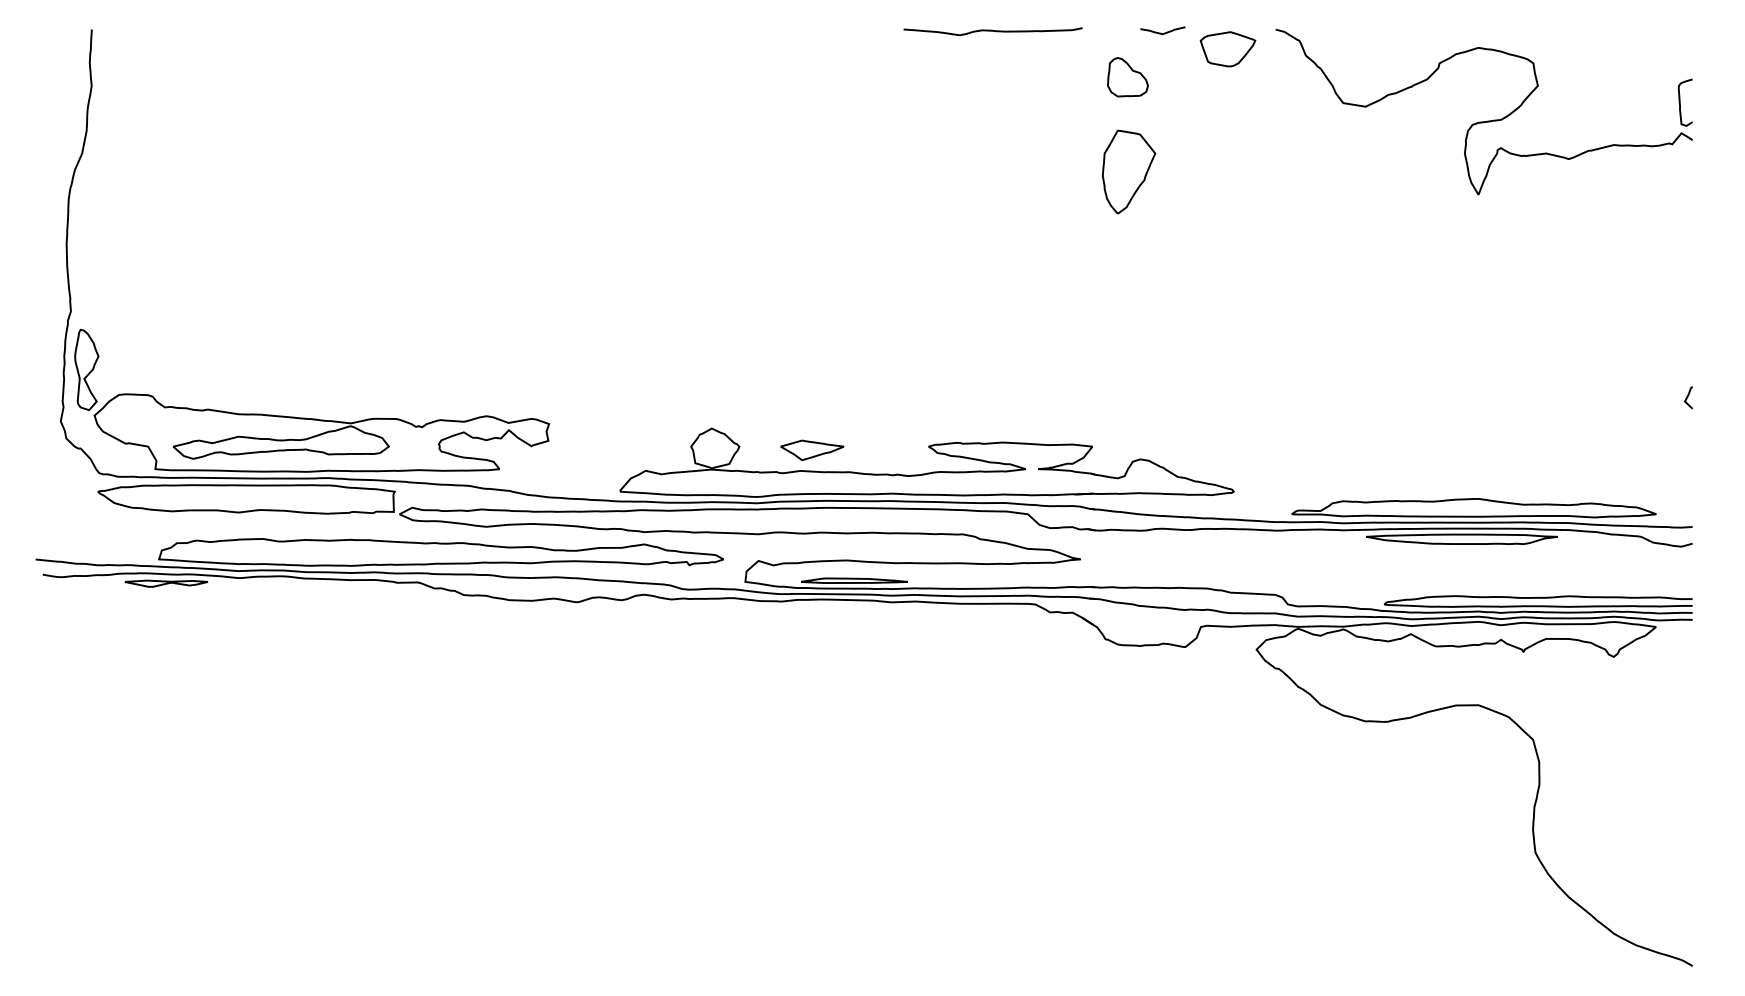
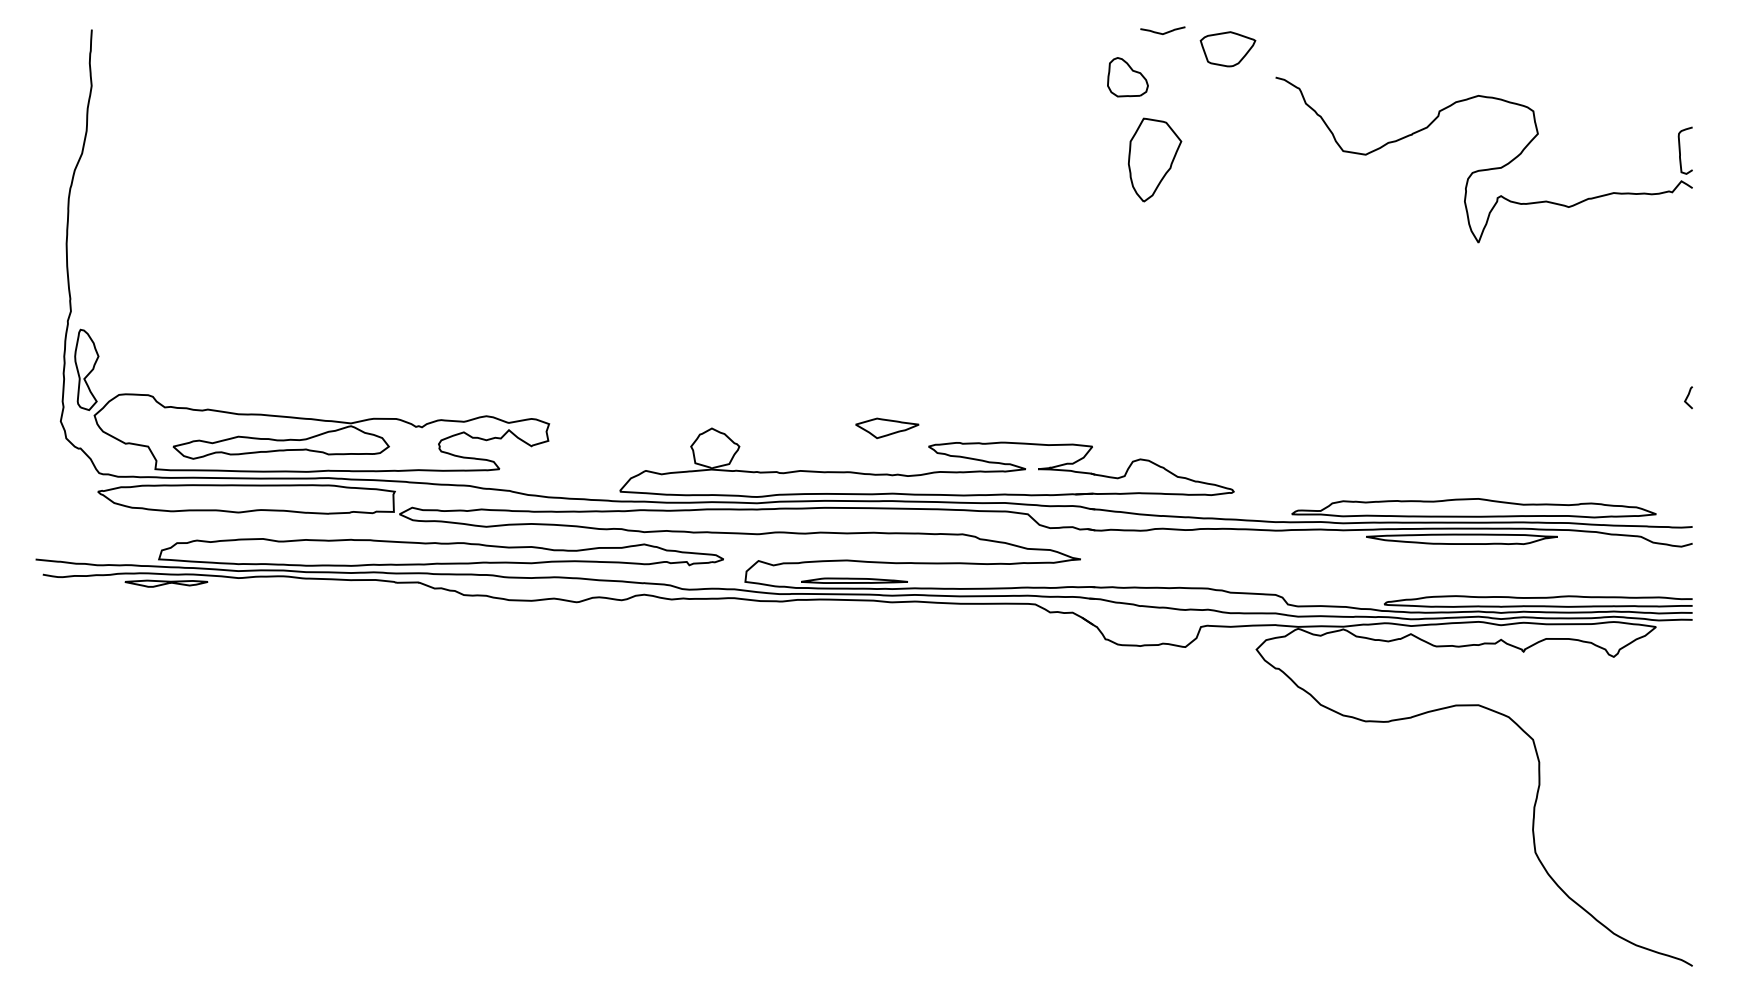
curve at (992, 31): present -> none
part at (1487, 120) position: (1487, 120) -> (1487, 168)
part at (1129, 171) position: (1129, 171) -> (1155, 159)
part at (812, 450) position: (812, 450) -> (887, 428)
